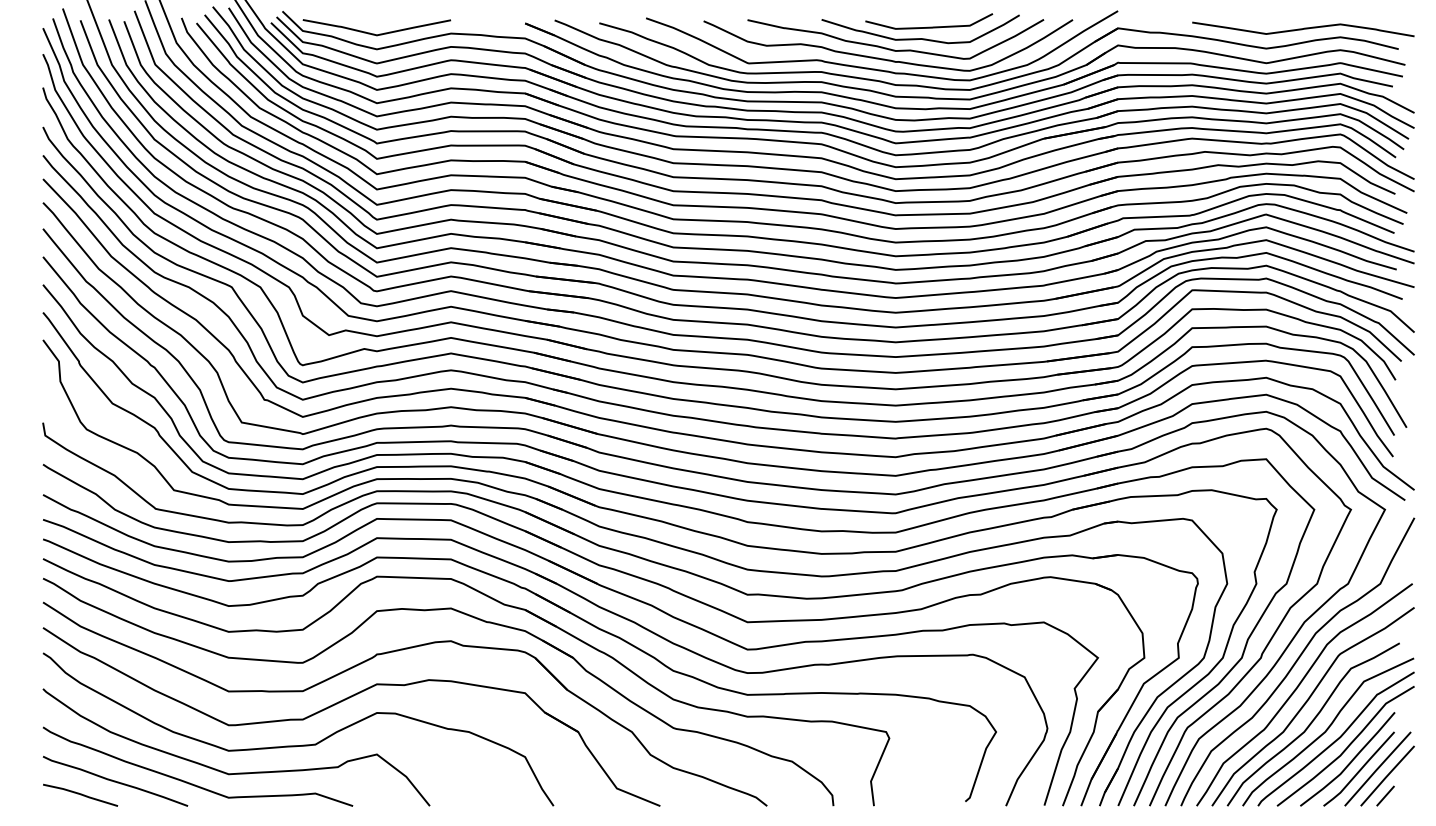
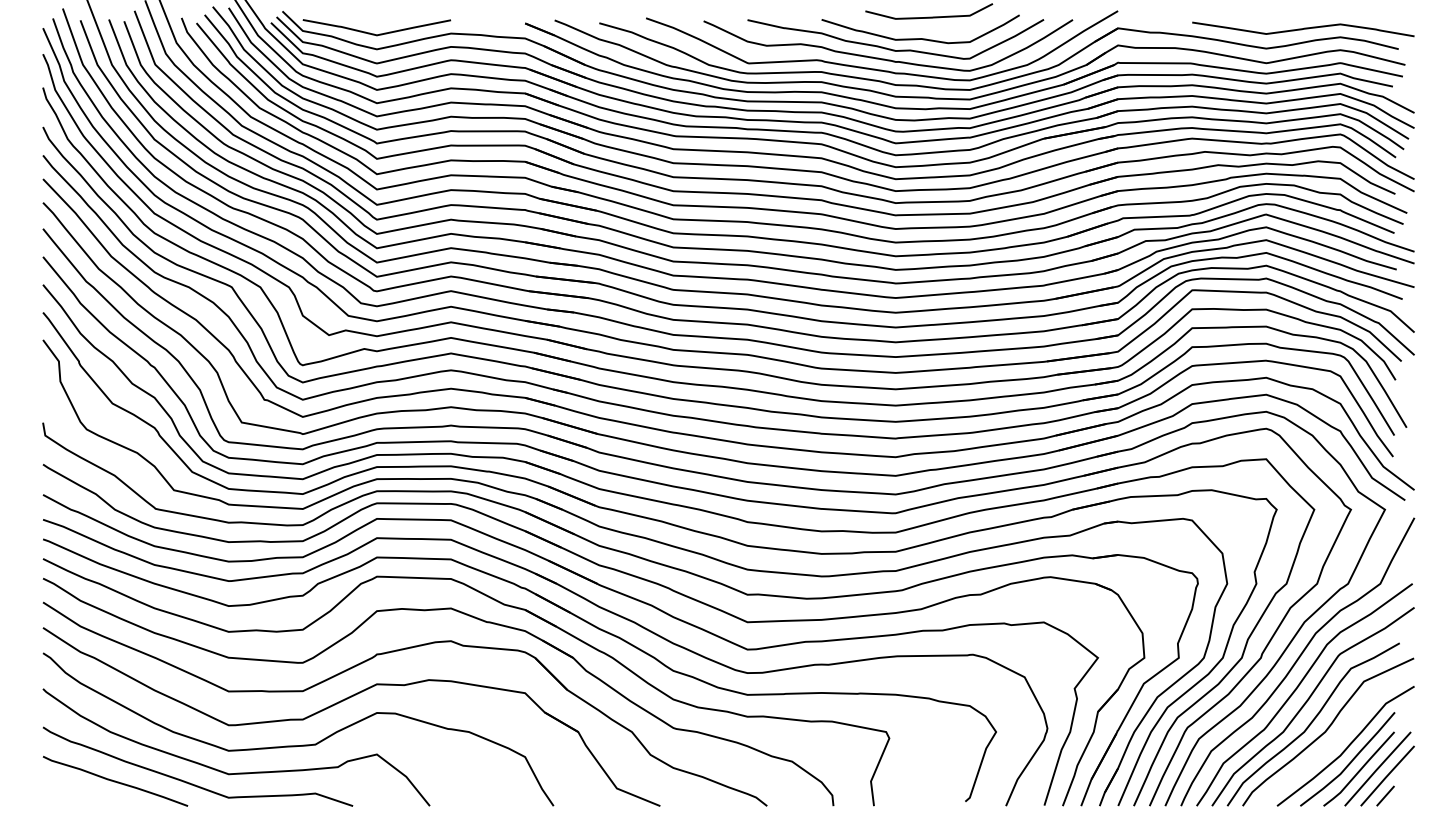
curve at (929, 26) position: (929, 26) -> (929, 16)
curve at (1336, 739): present -> none
line at (80, 794): present -> none
